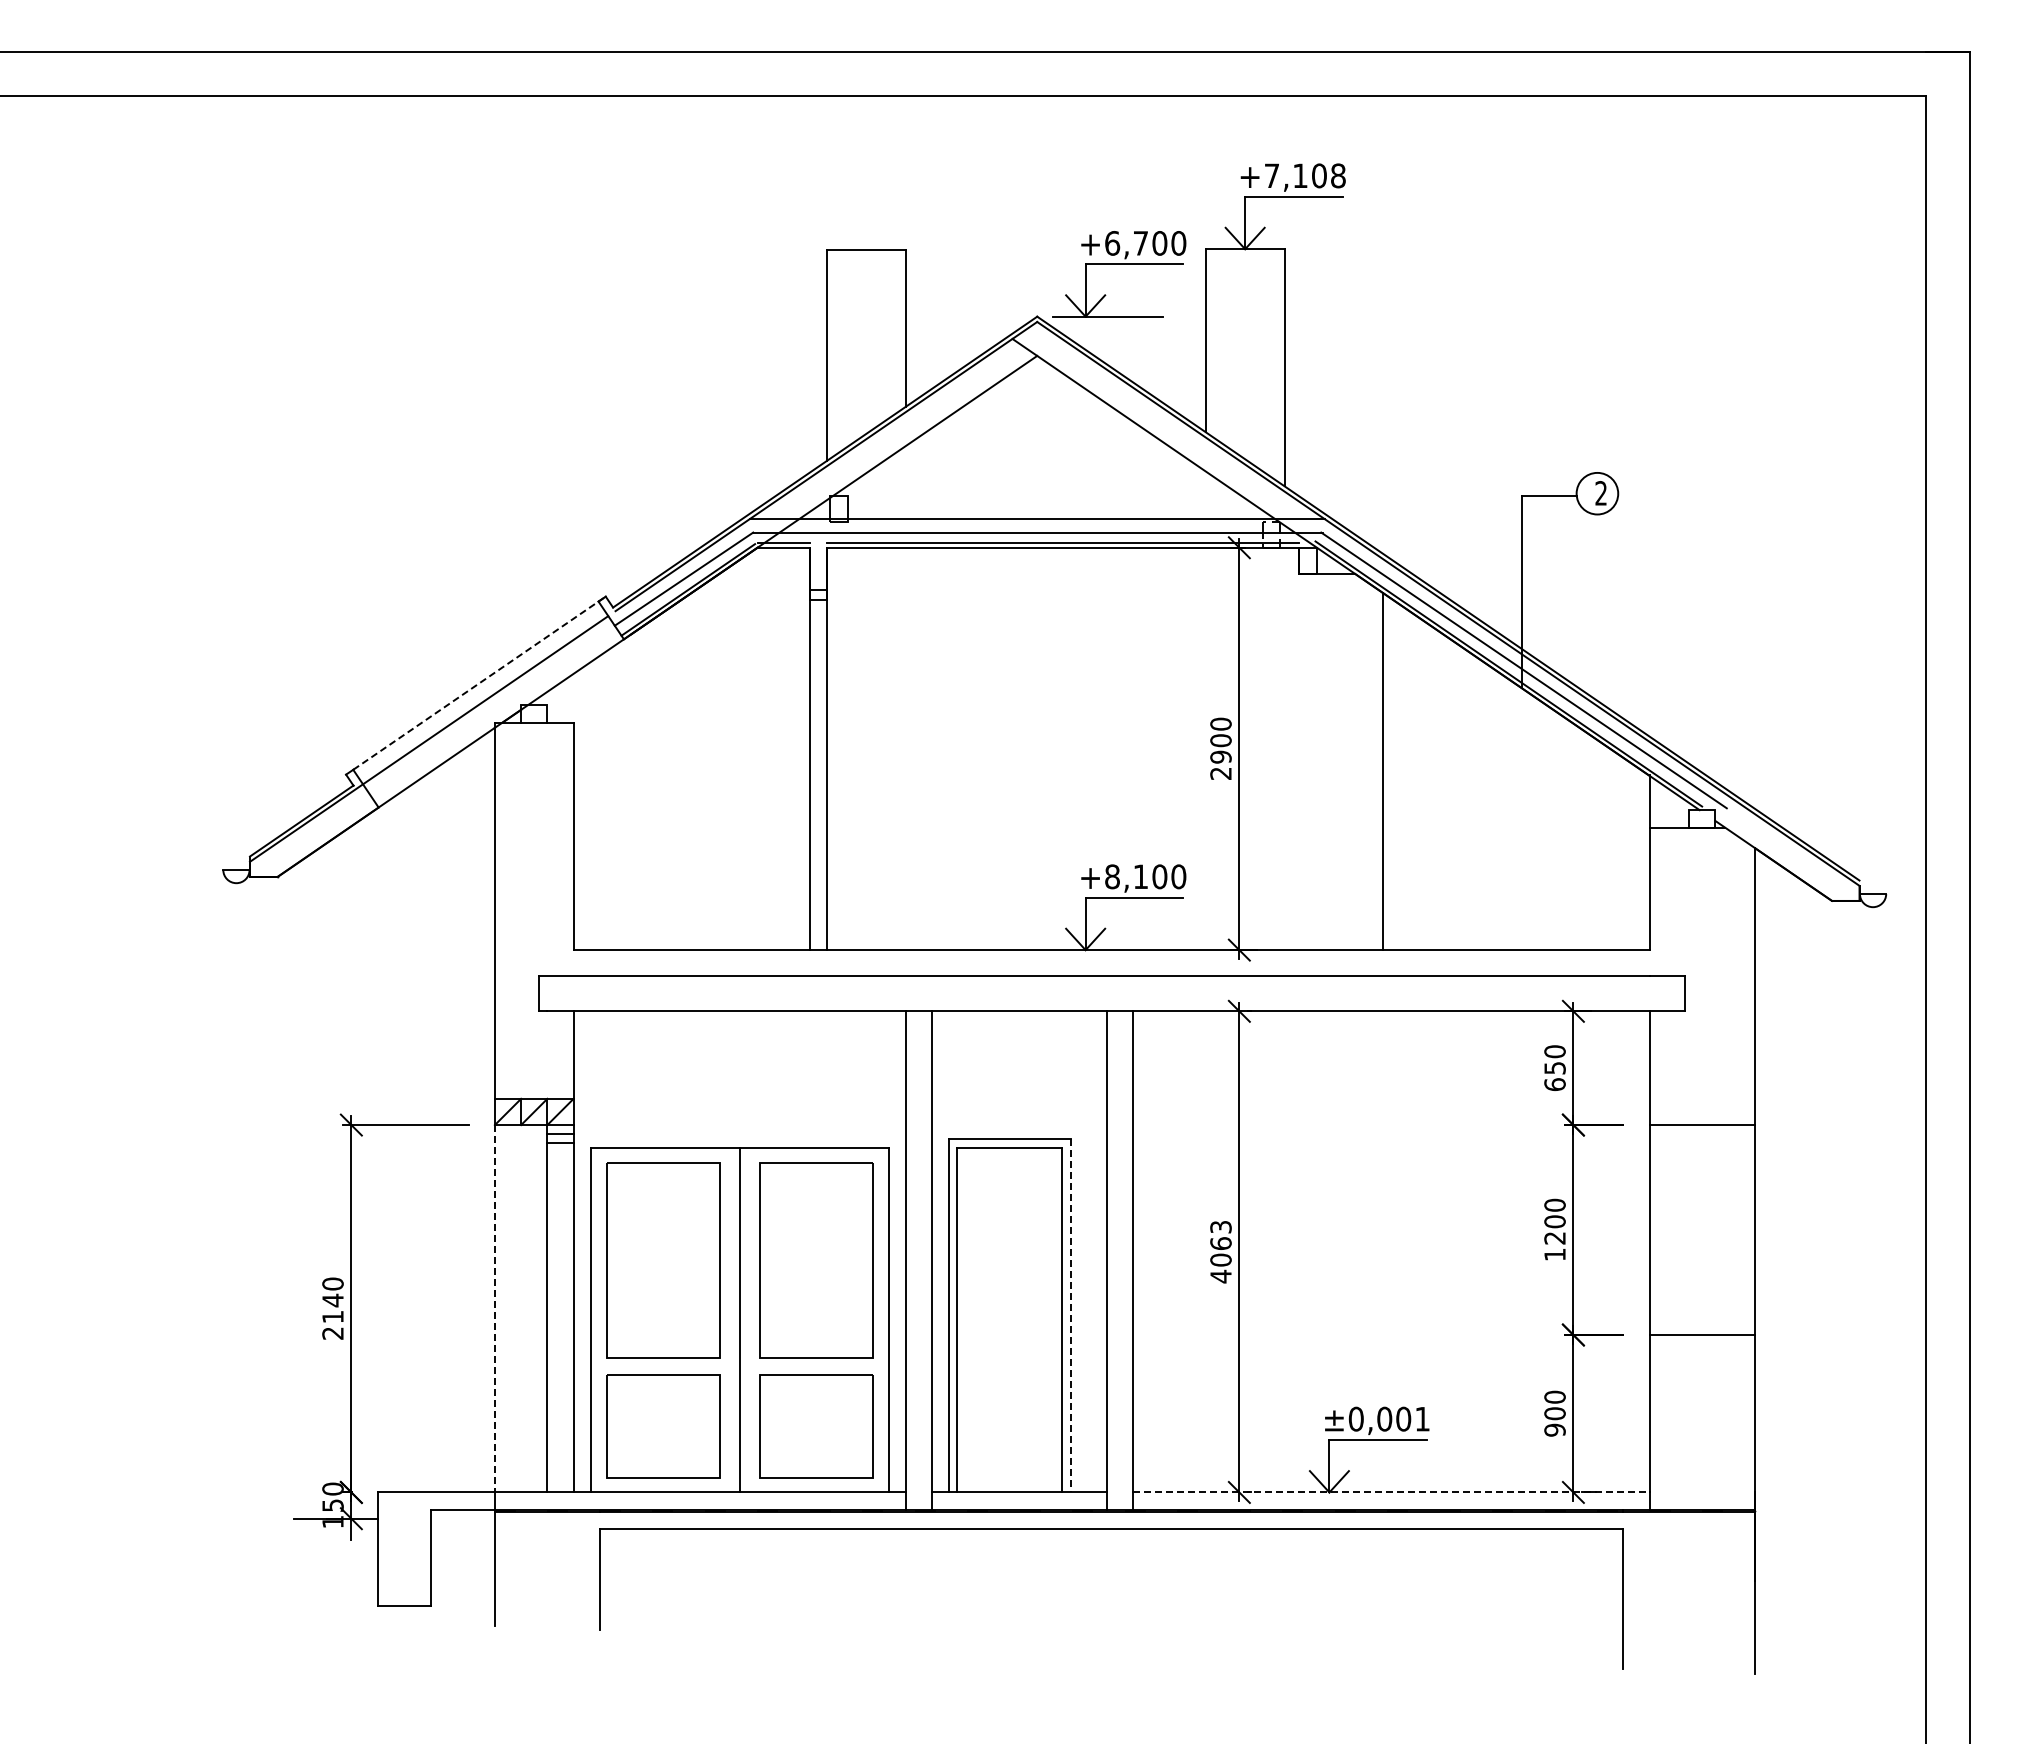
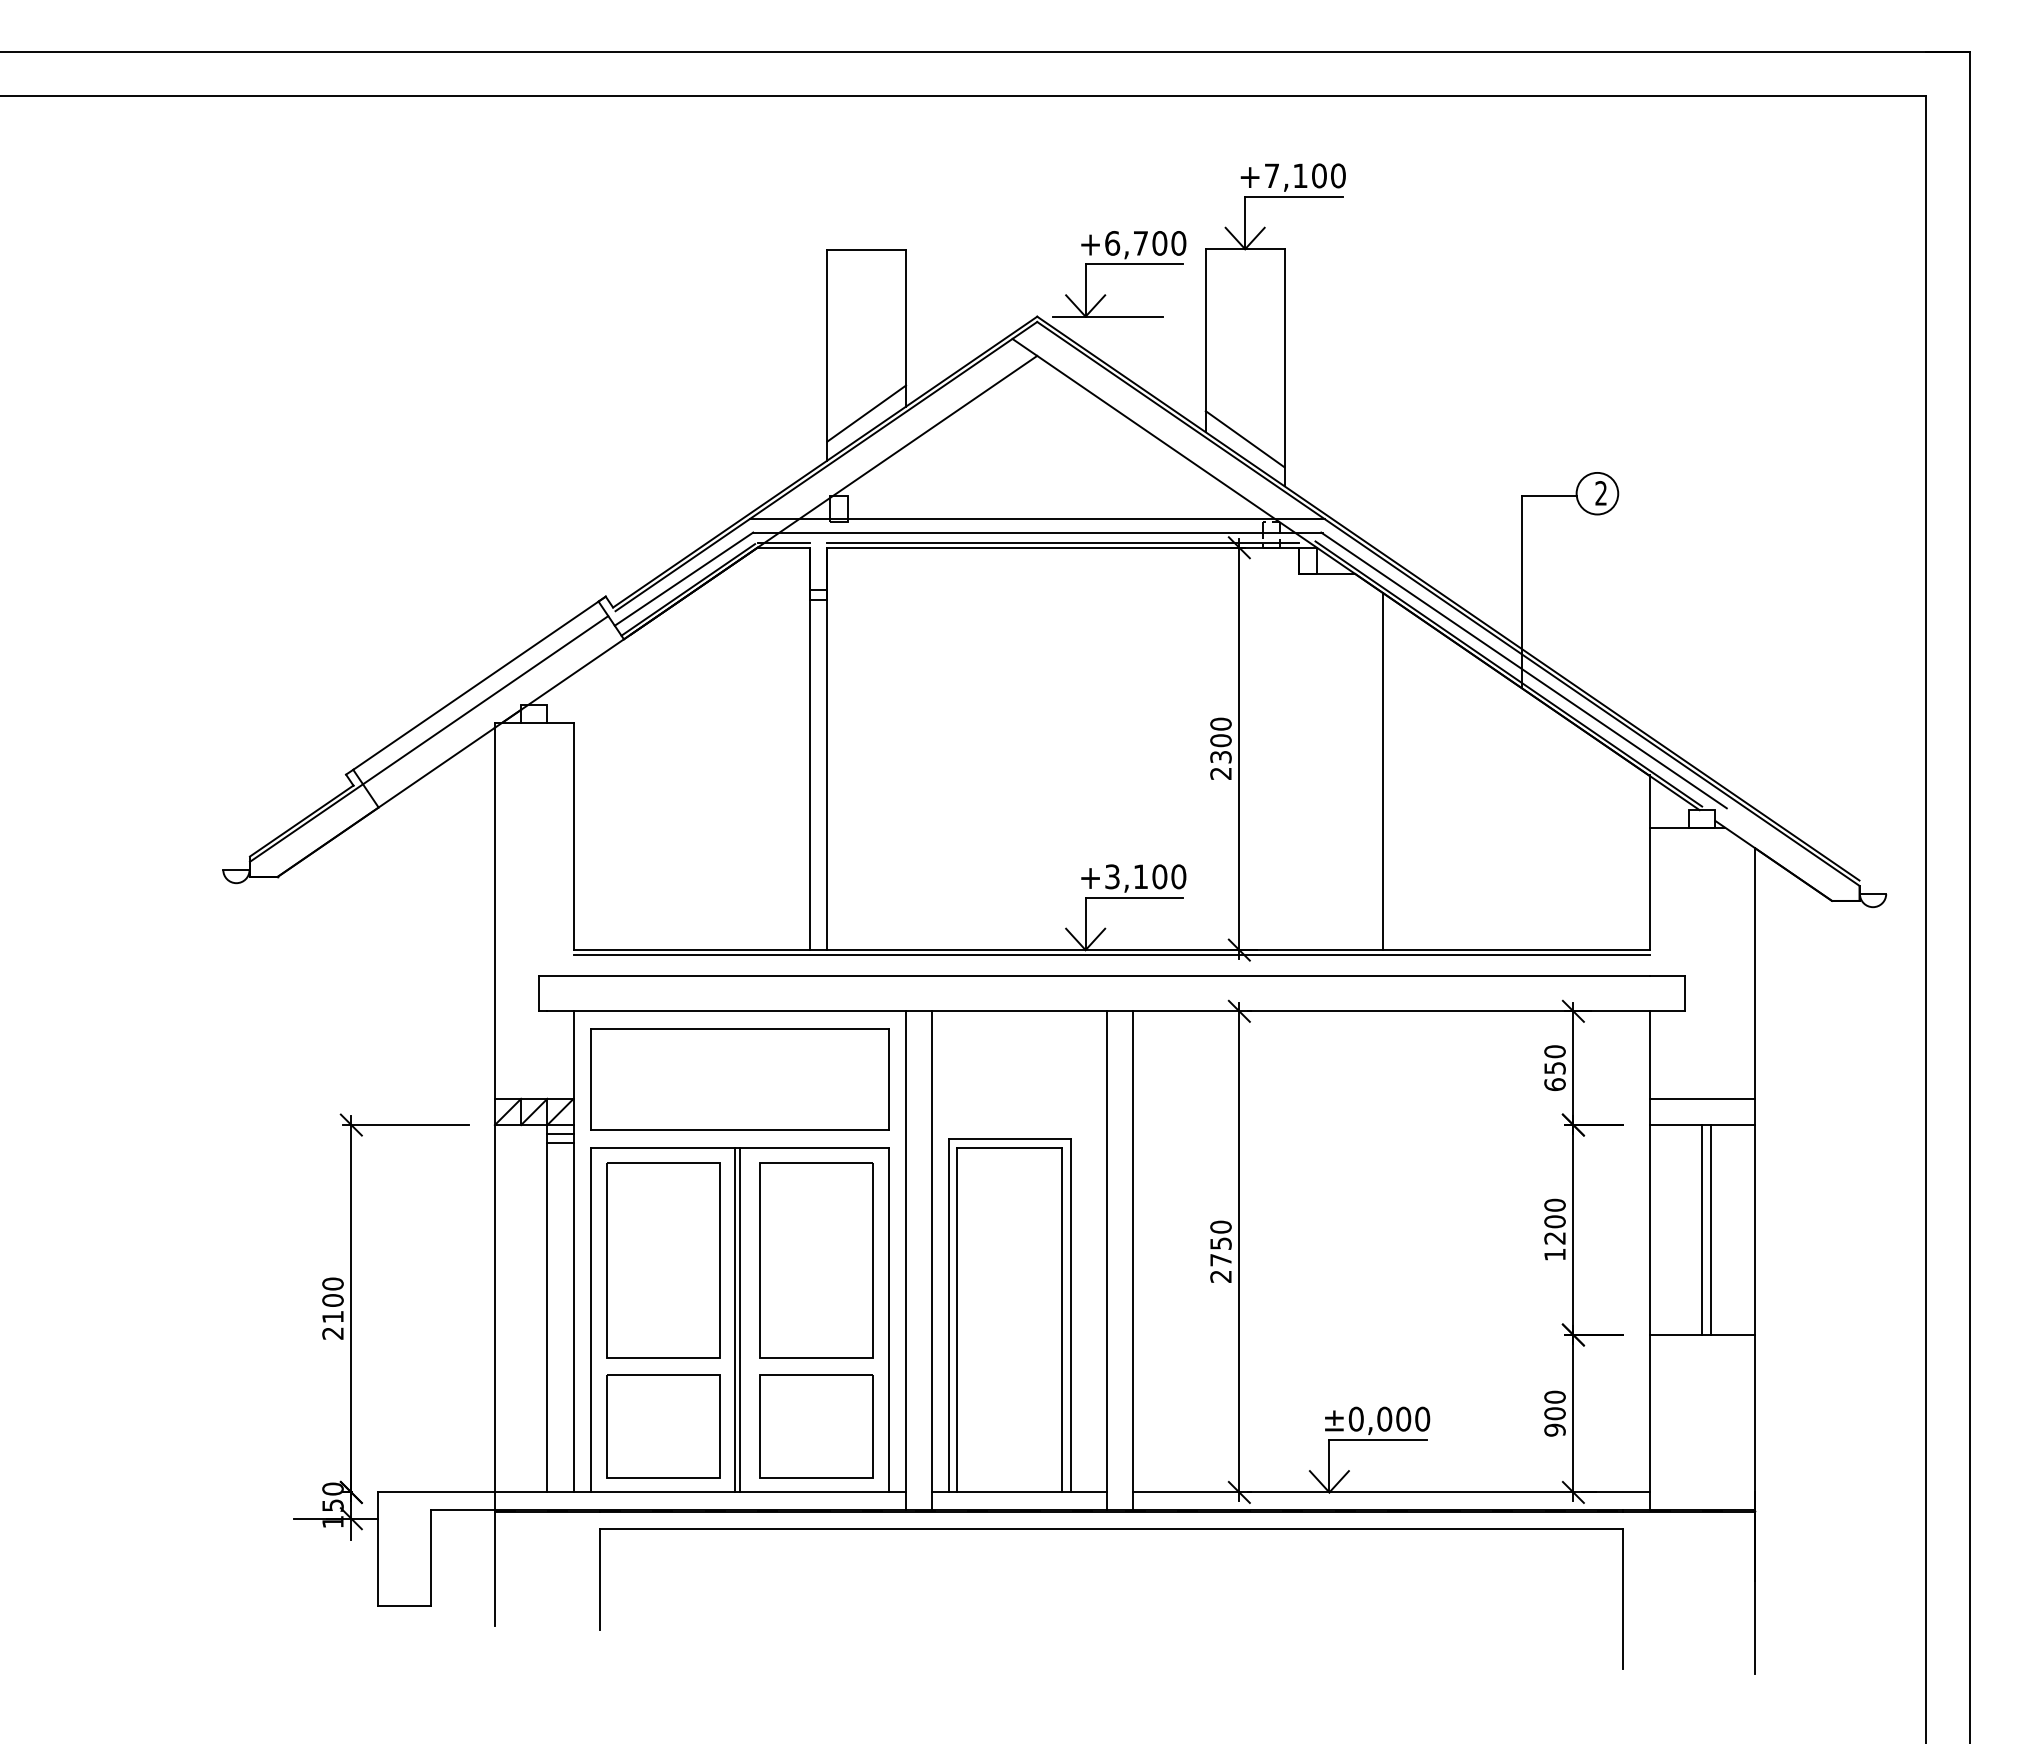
text at (1338, 175): +7,108 -> +7,100
line at (866, 413): none -> present
line at (1244, 439): none -> present
line at (479, 682): dashed -> solid
text at (1220, 756): 2900 -> 2300
text at (1112, 876): +8,100 -> +3,100
line at (1111, 954): none -> present
part at (739, 1079): none -> present
line at (1701, 1098): none -> present
line at (1702, 1230): none -> present
line at (1710, 1230): none -> present
text at (1220, 1251): 4063 -> 2750
text at (332, 1300): 2140 -> 2100
line at (494, 1308): dashed -> solid
line at (1070, 1315): dashed -> solid
line at (735, 1319): none -> present
text at (1422, 1418): ±0,001 -> ±0,000
line at (1392, 1492): dashed -> solid
